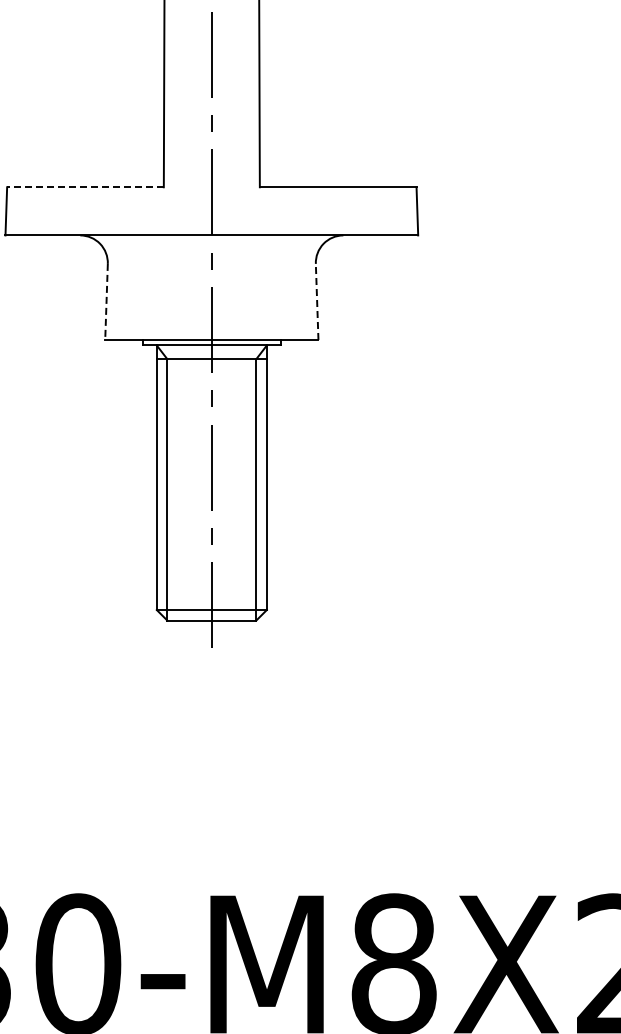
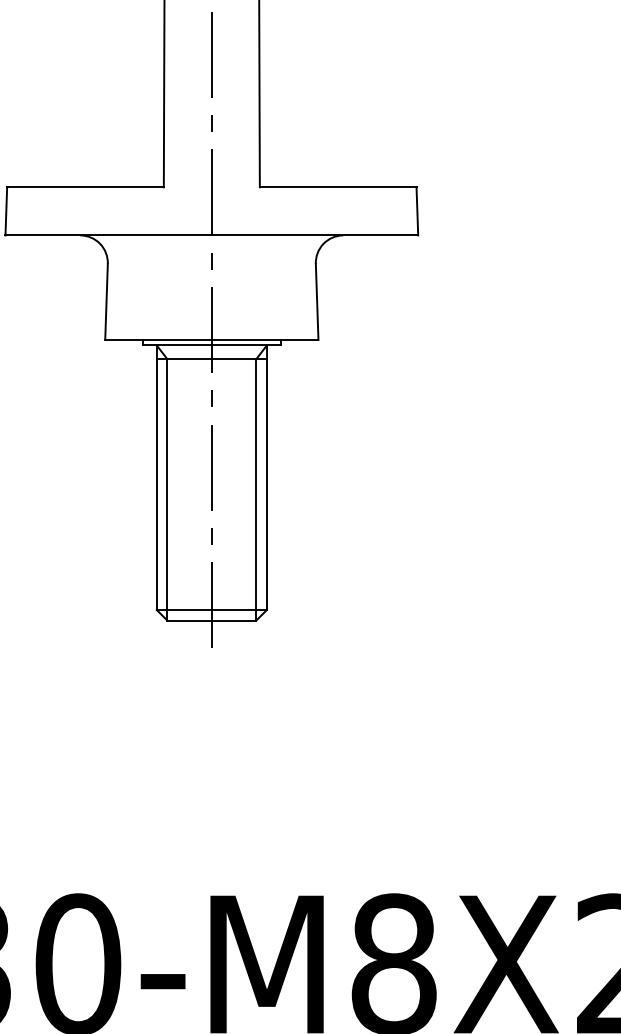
line at (84, 187): dashed -> solid
line at (317, 301): dashed -> solid
line at (106, 302): dashed -> solid
